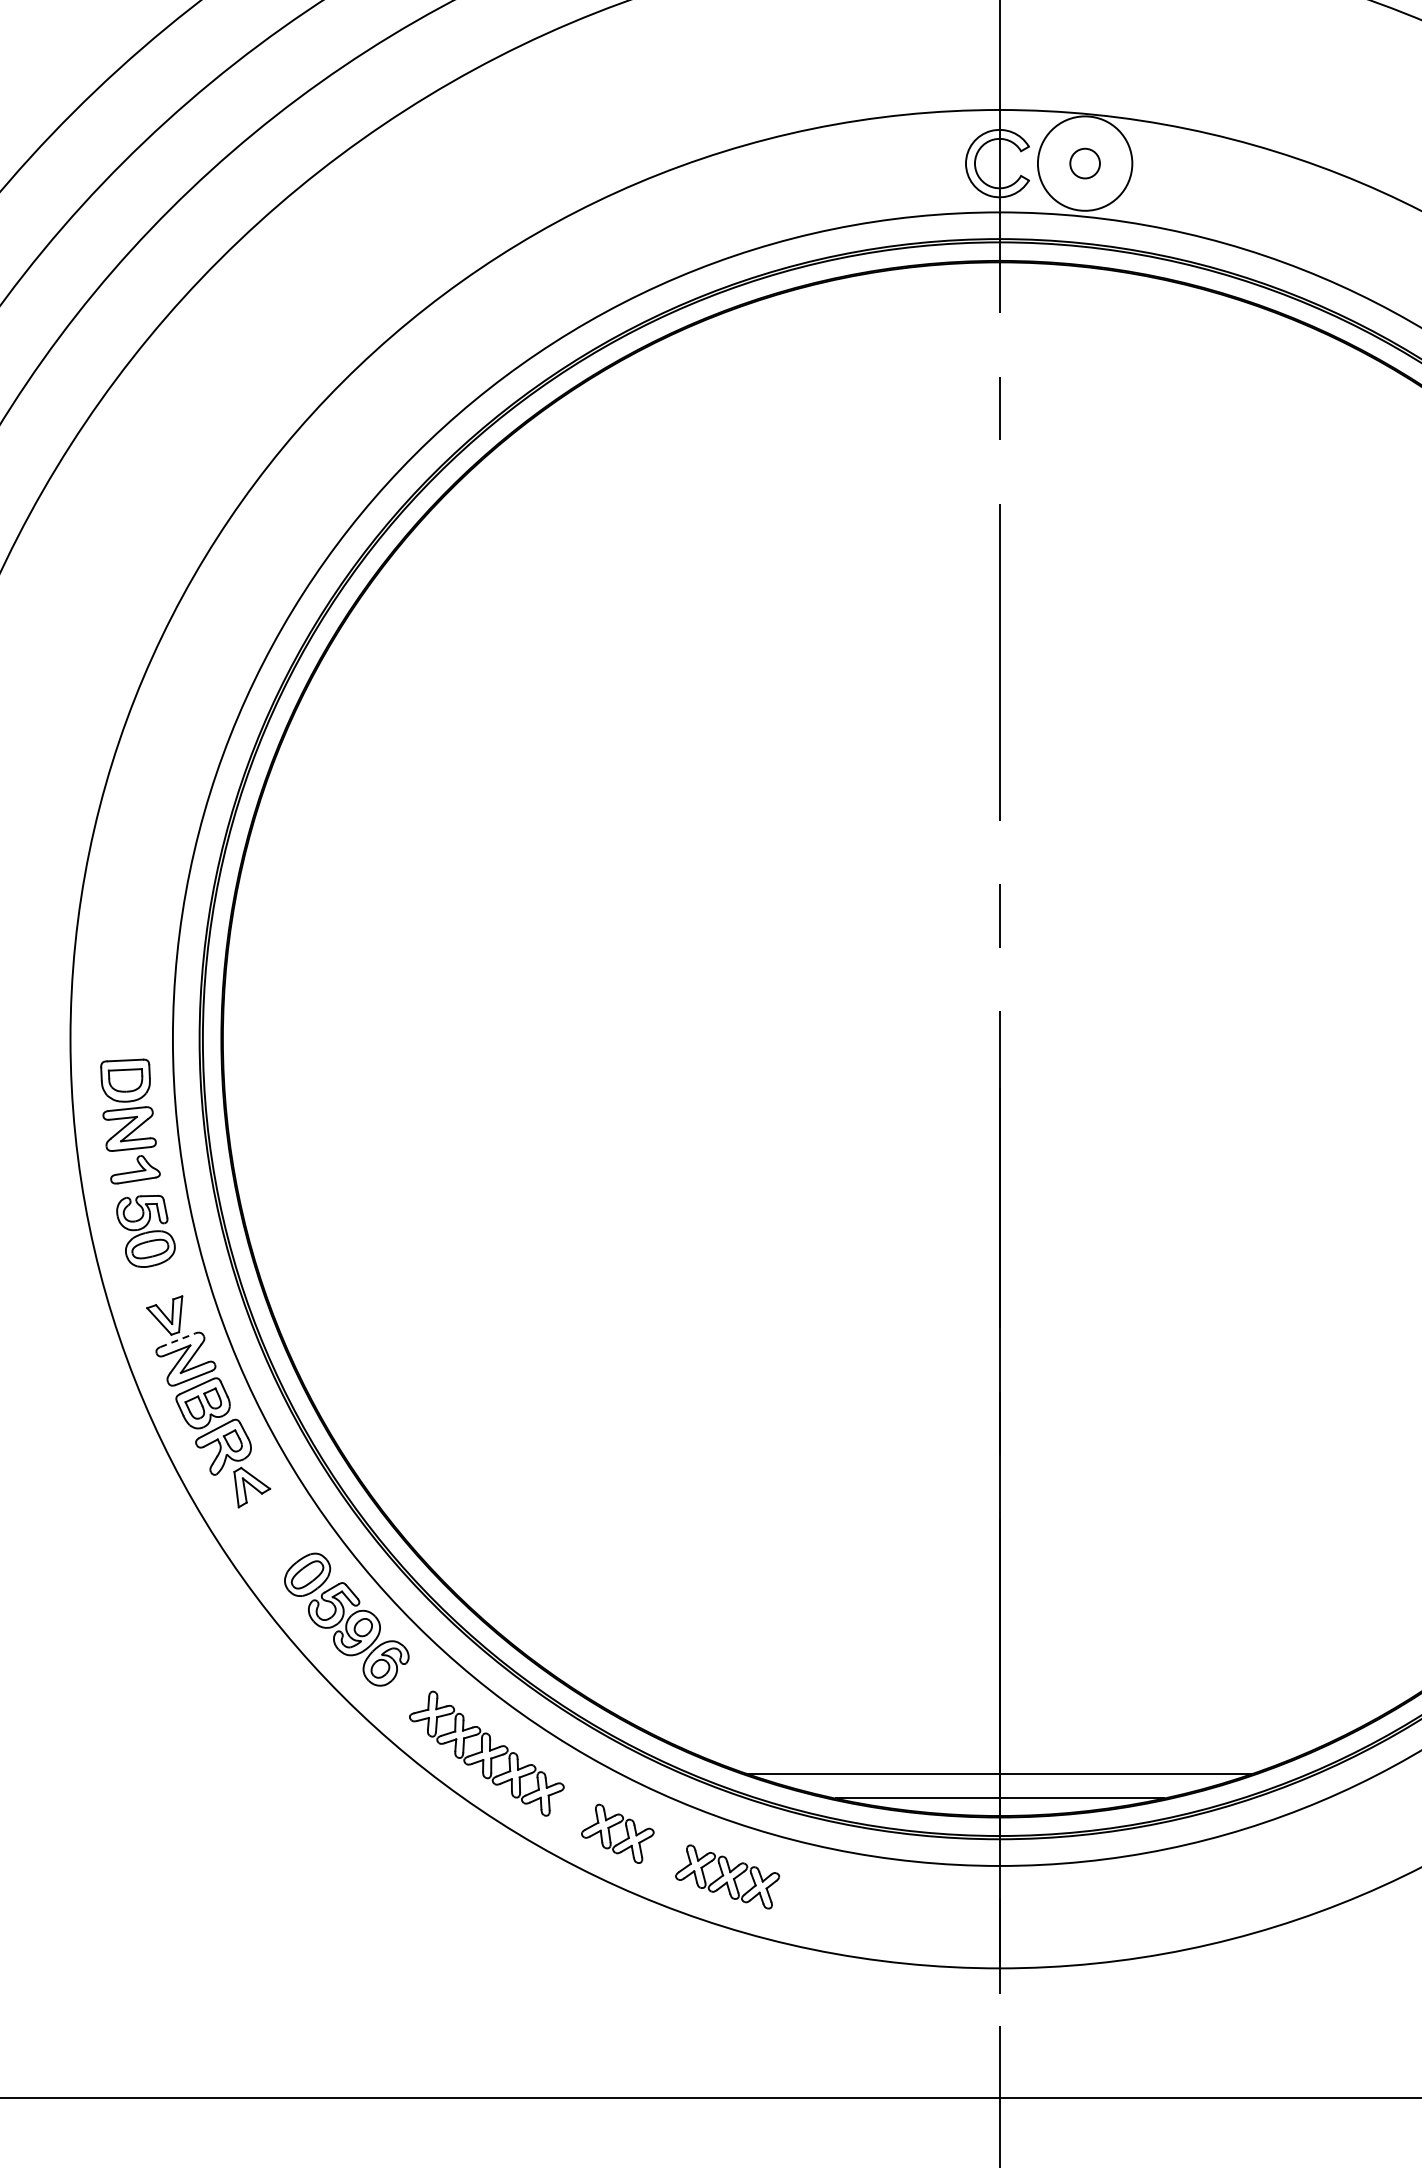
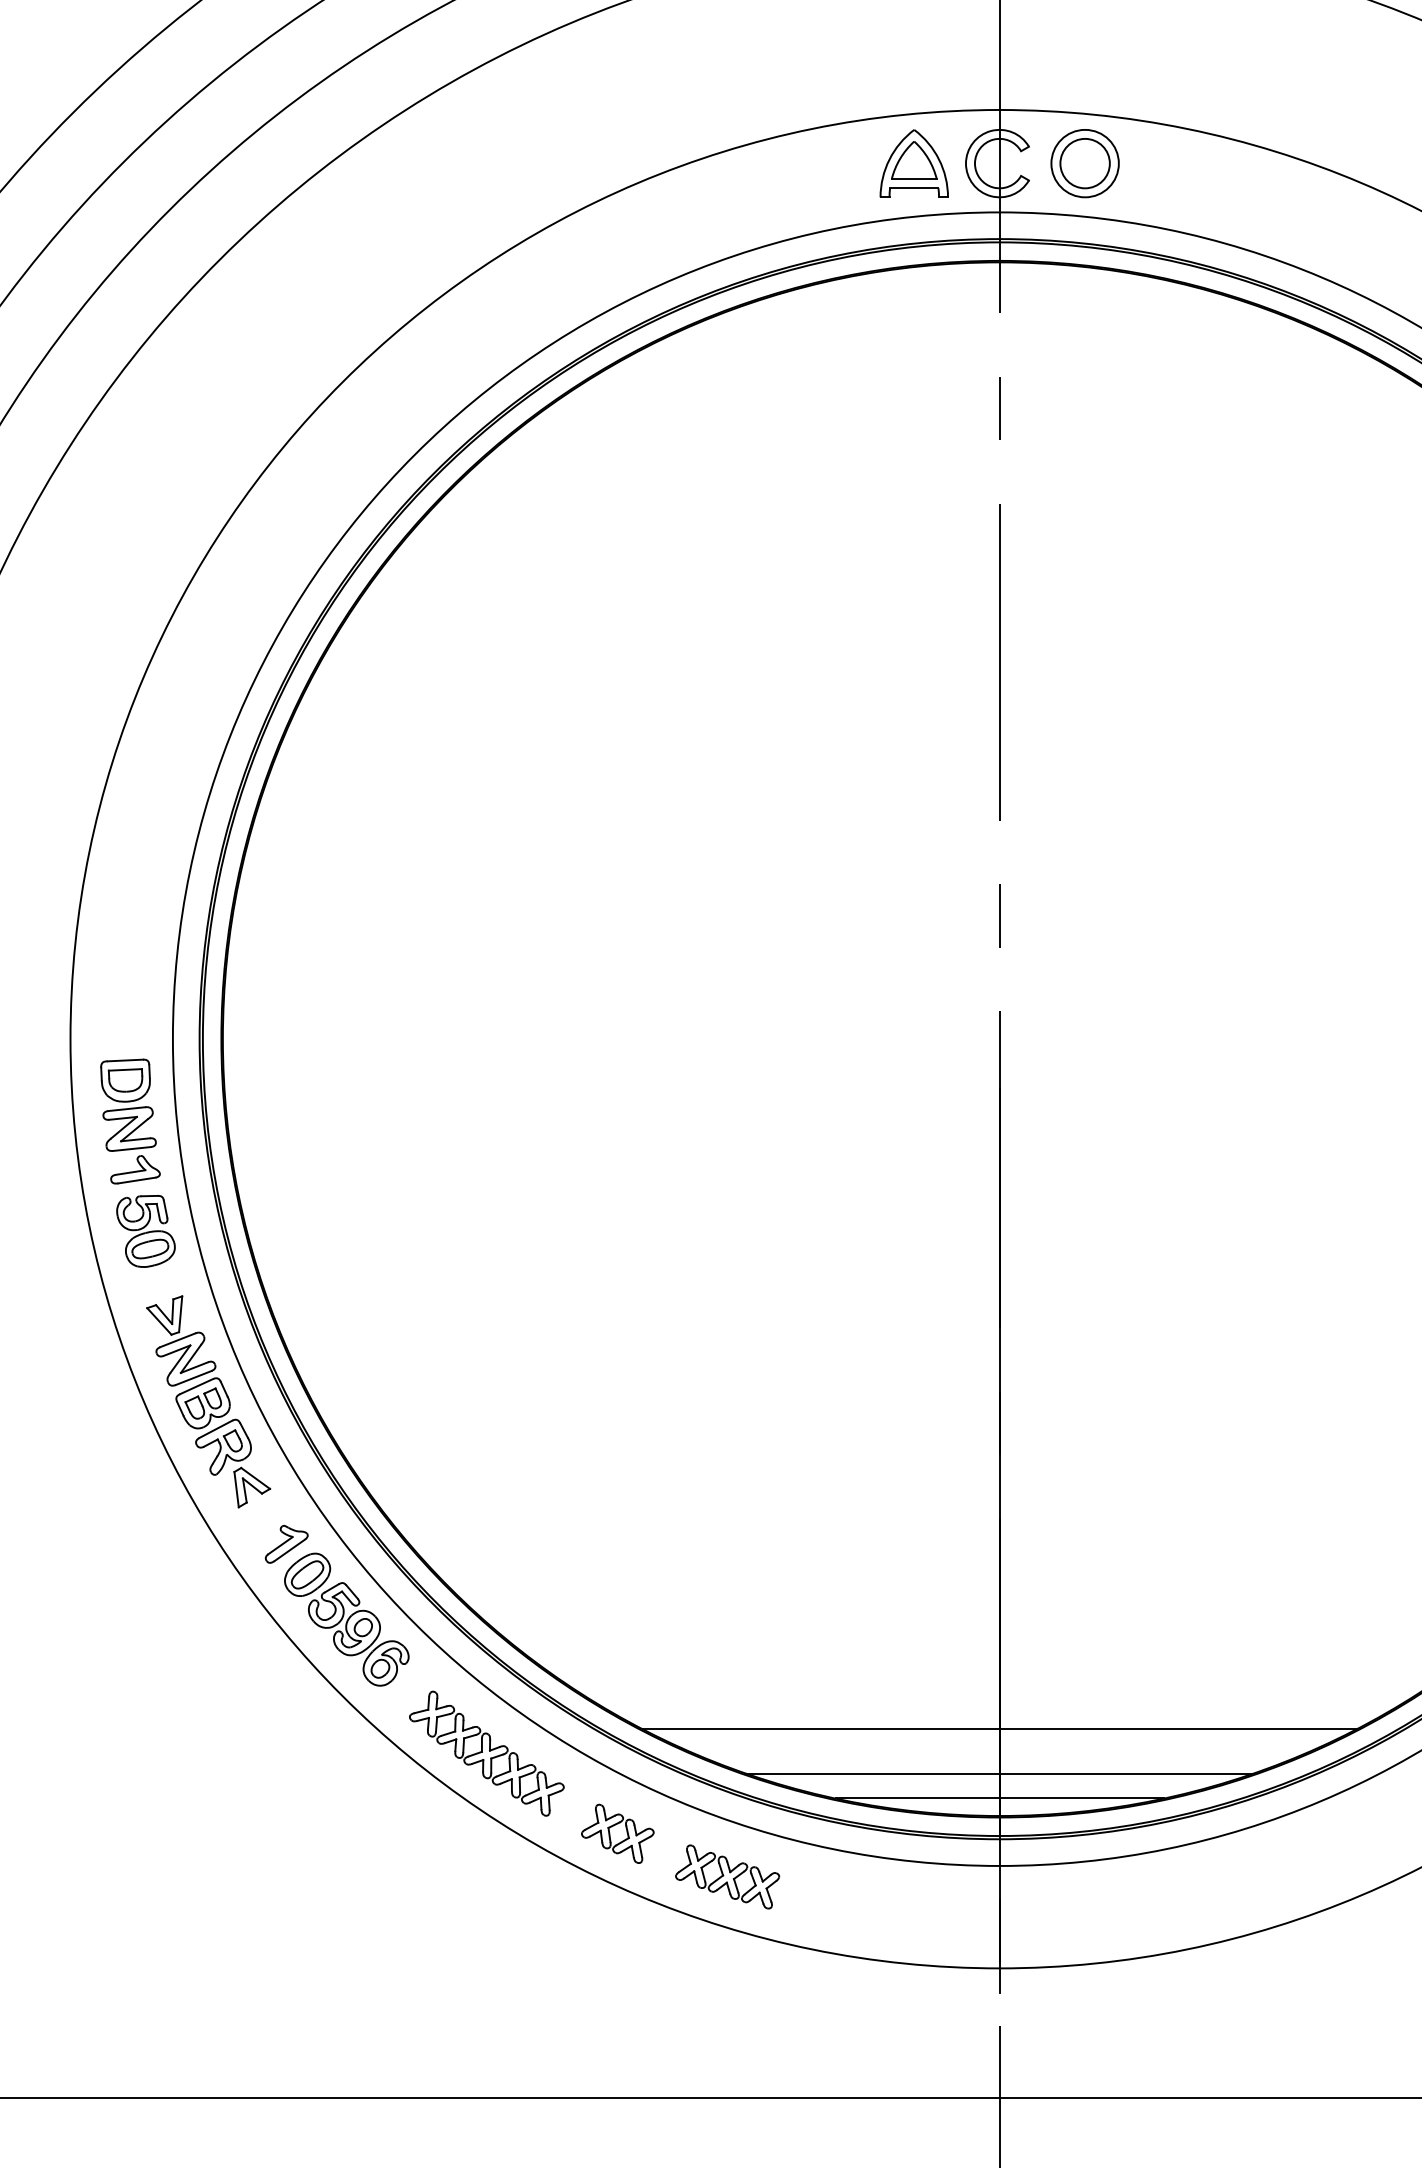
part at (913, 163): none -> present
circle at (1084, 163) diameter: 30 px -> 49 px
circle at (1084, 163) diameter: 94 px -> 67 px
line at (177, 1340): dashed -> solid
part at (286, 1544): none -> present
line at (999, 1729): none -> present
